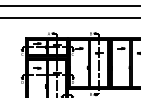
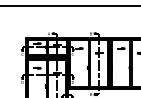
line at (69, 18): present -> none
